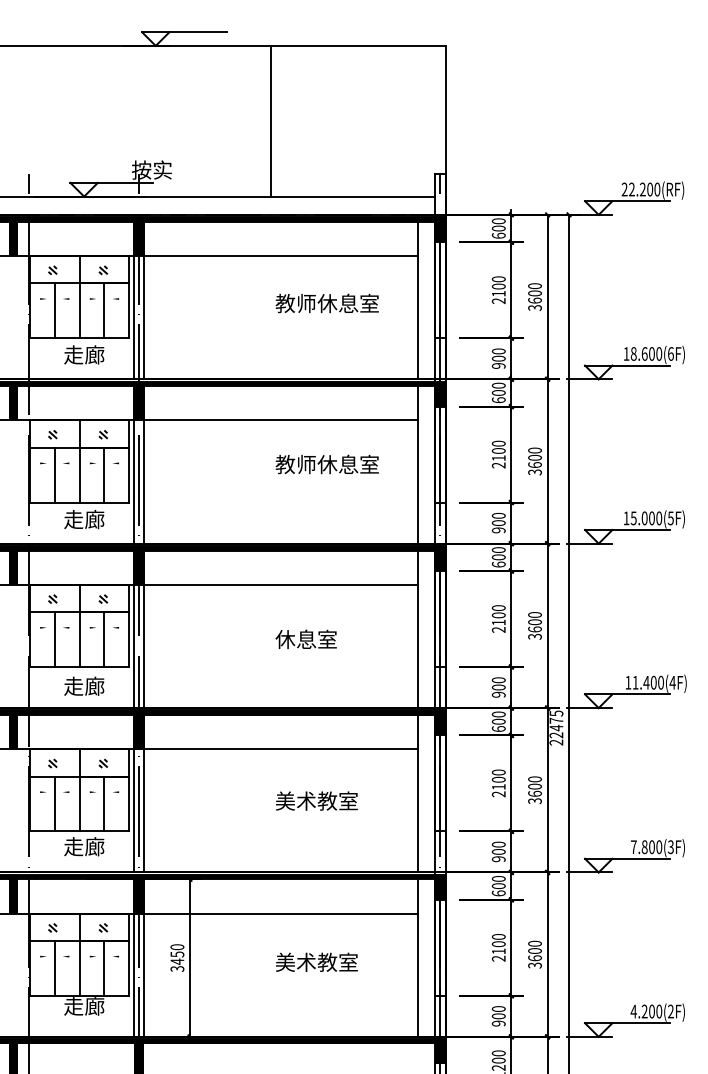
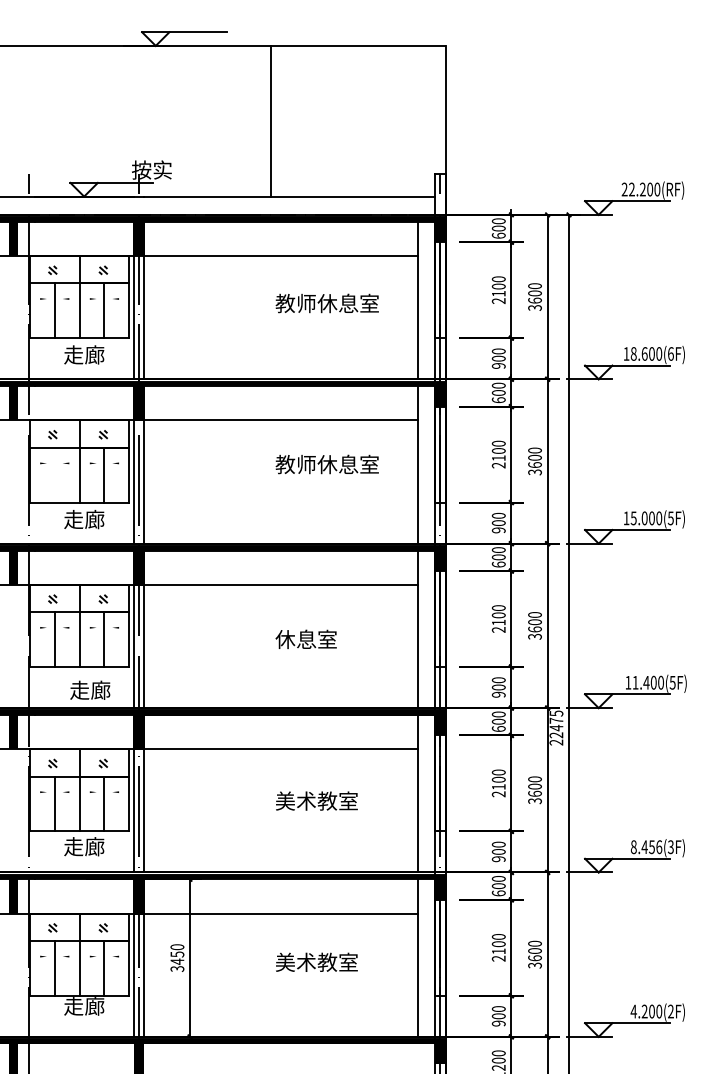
line at (54, 474): present -> none
text at (672, 682): 11.400(4F) -> 11.400(5F)
text at (84, 685) position: (84, 685) -> (90, 689)
text at (646, 847): 7.800(3F) -> 8.456(3F)
